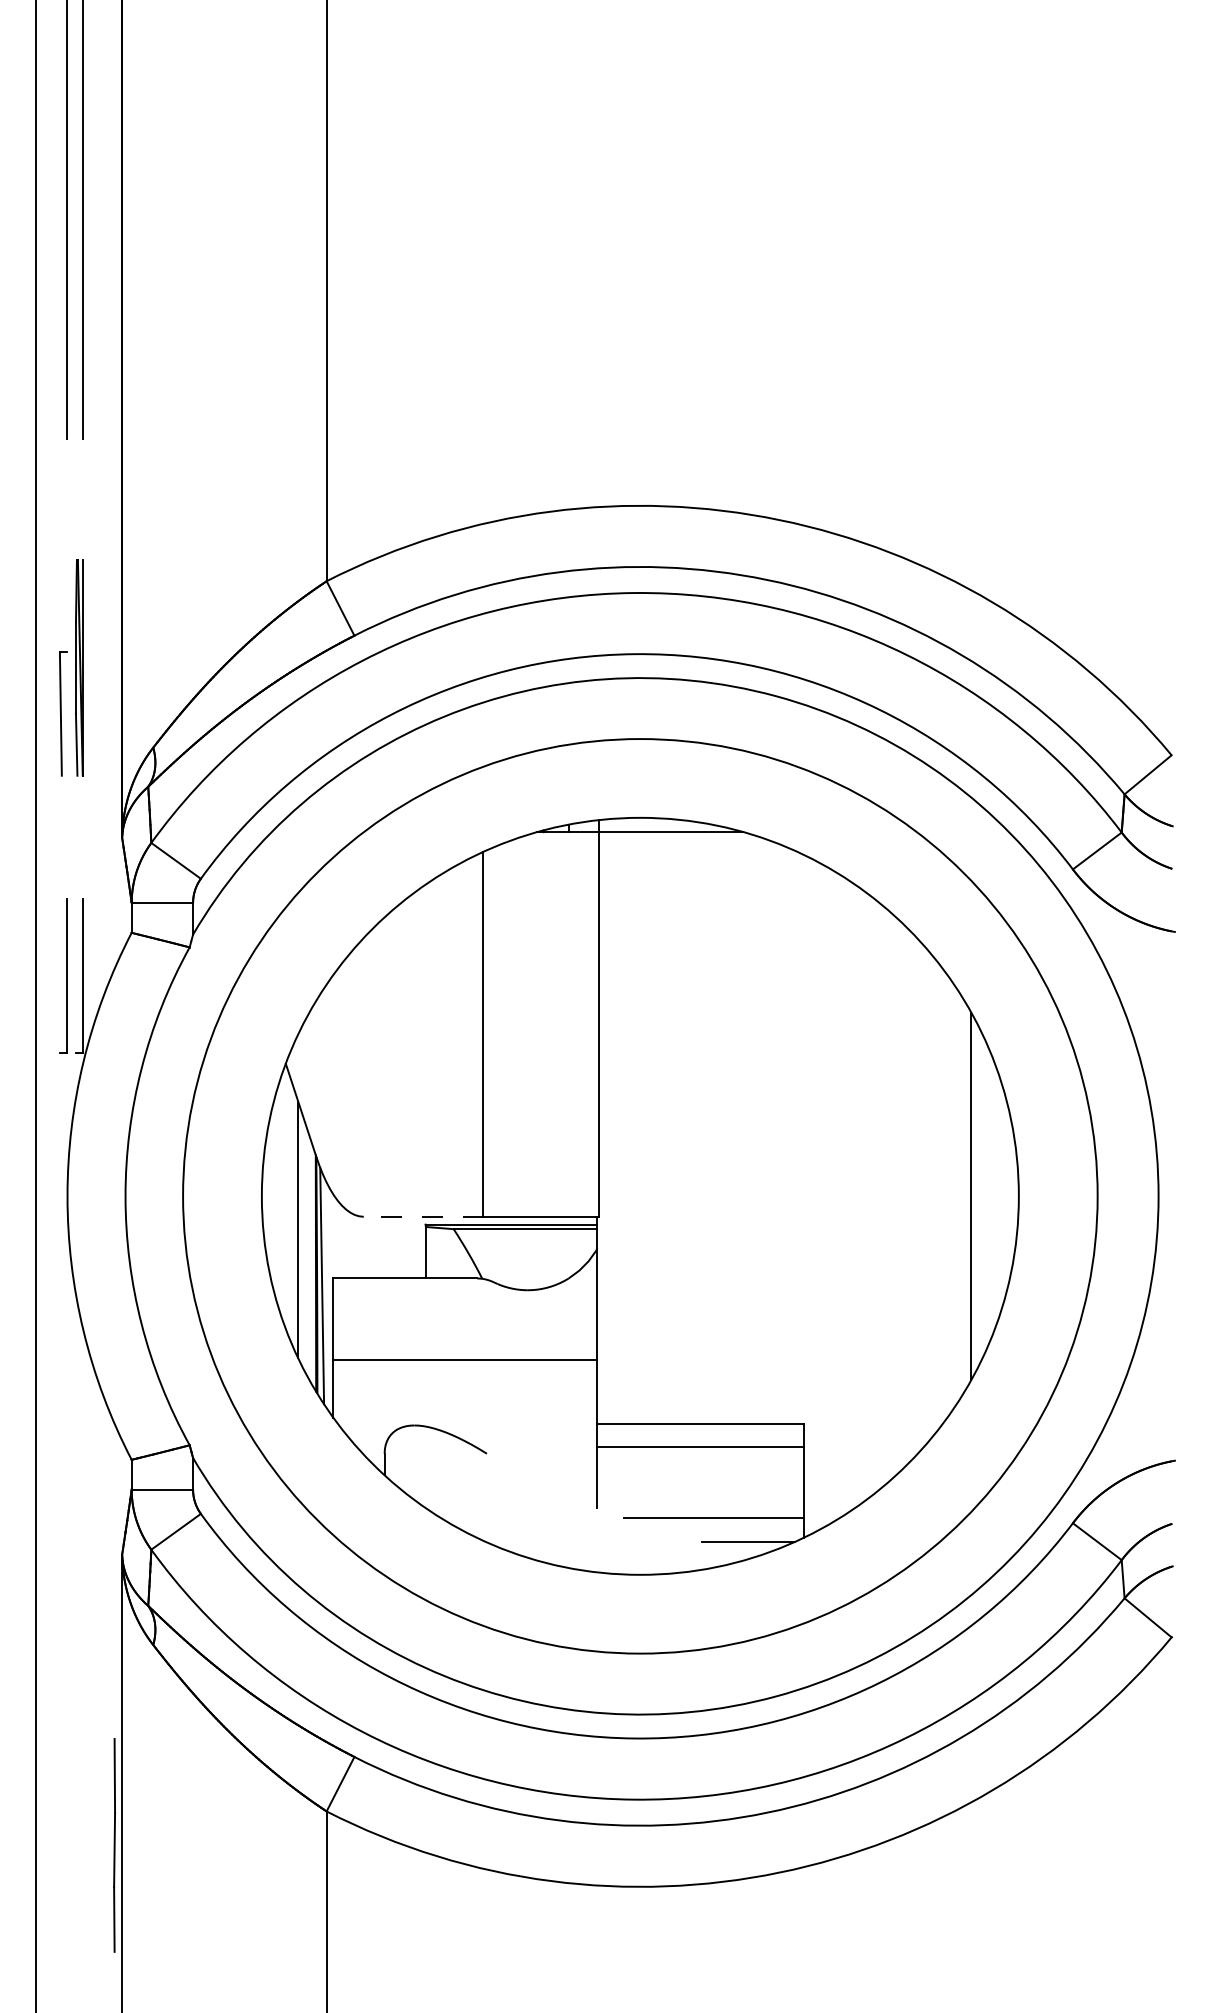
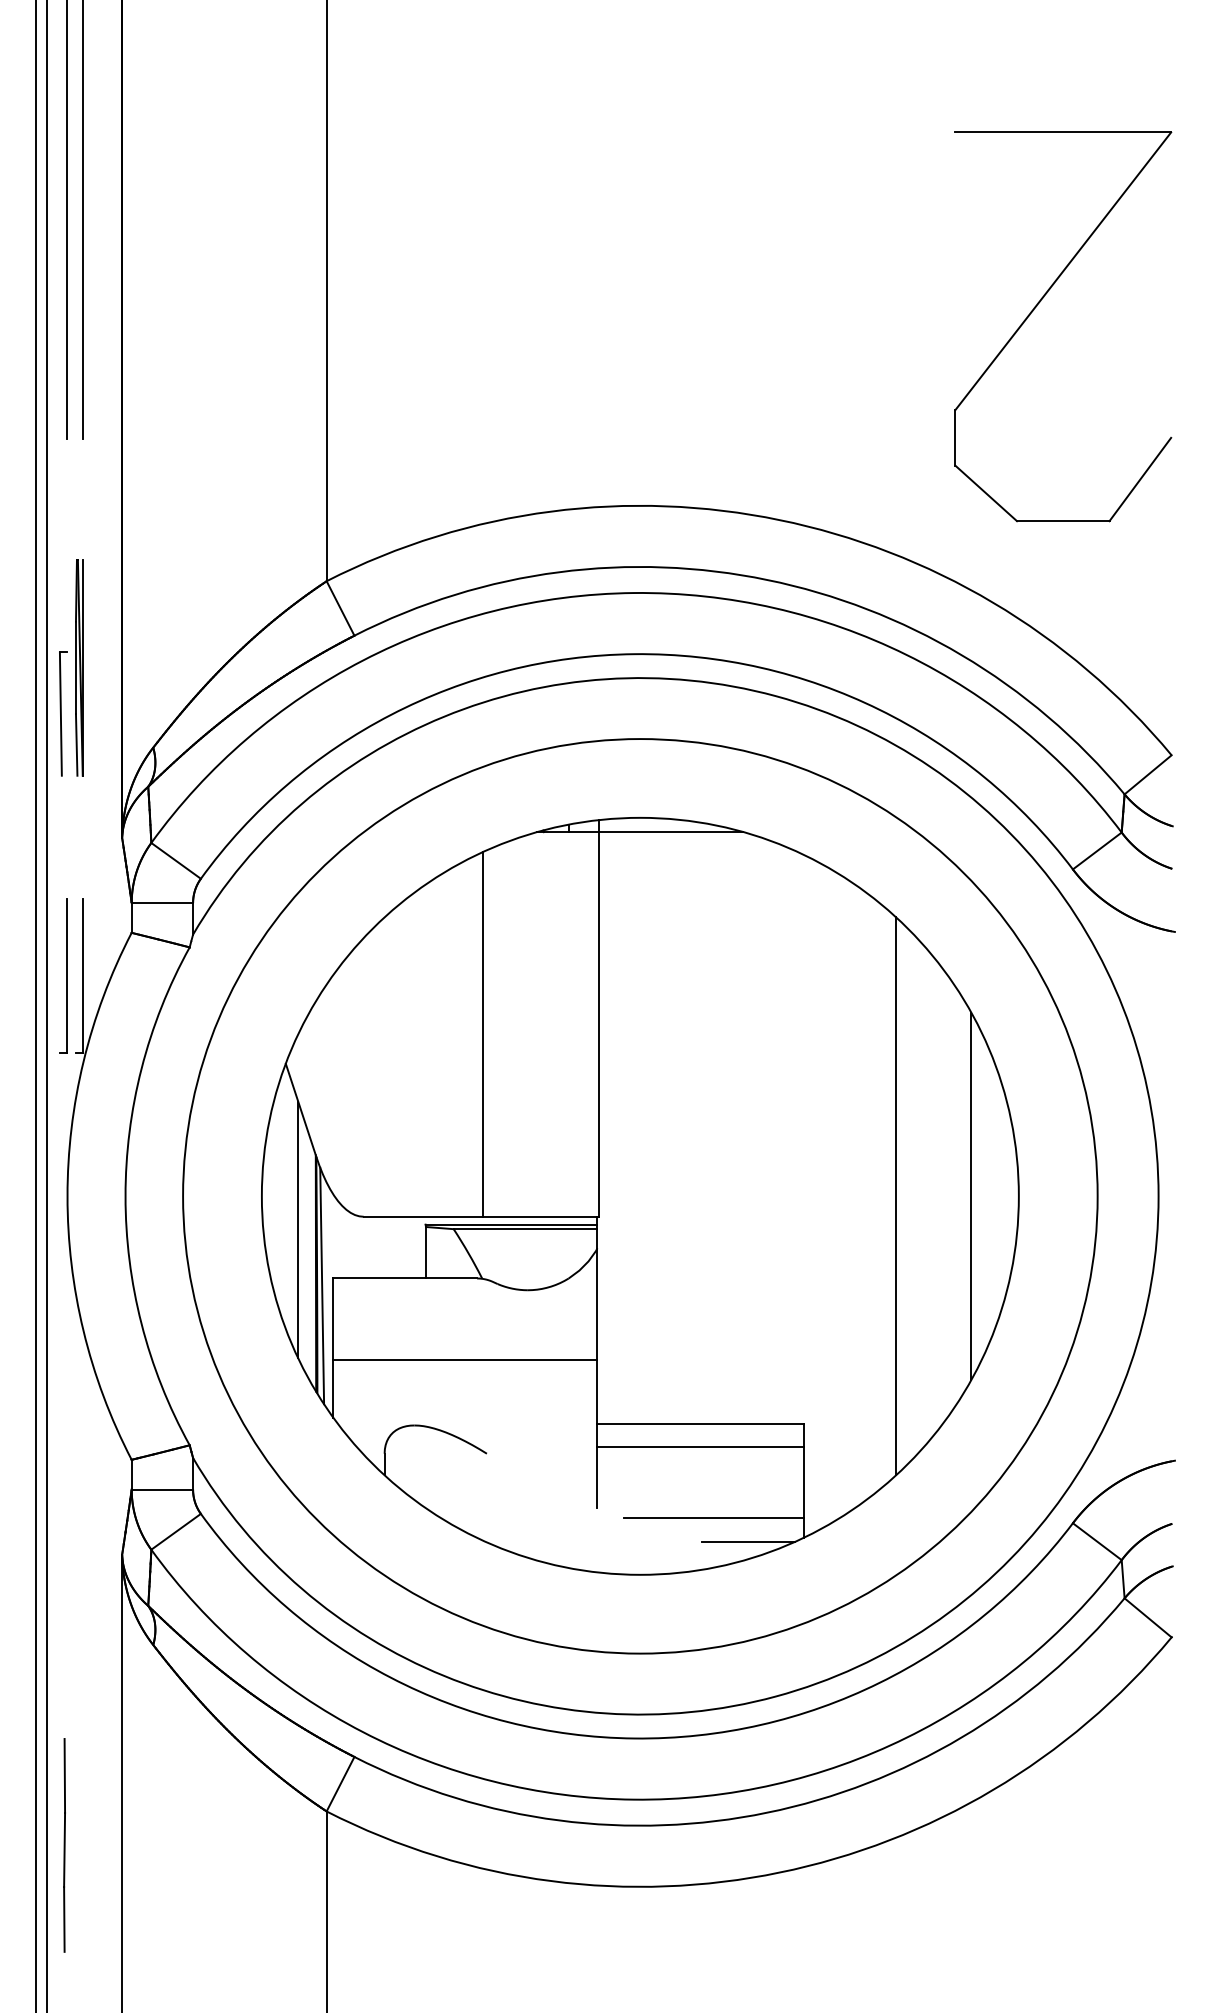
part at (1037, 306): none -> present
line at (47, 1005): none -> present
line at (896, 1196): none -> present
line at (423, 1216): dashed -> solid
line at (114, 1845) position: (114, 1845) -> (64, 1845)
